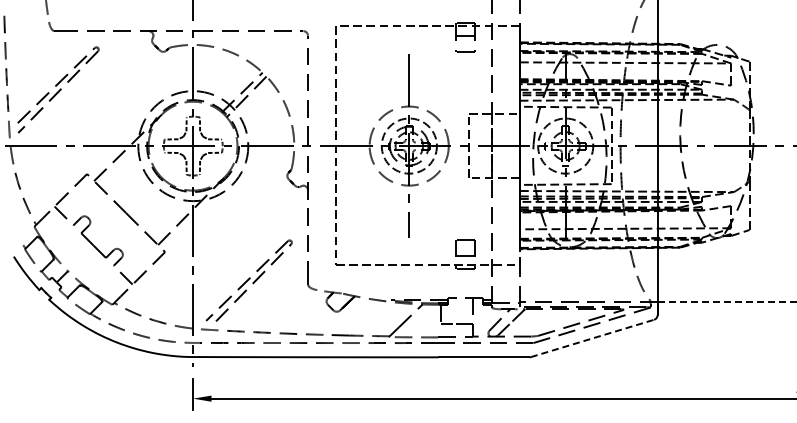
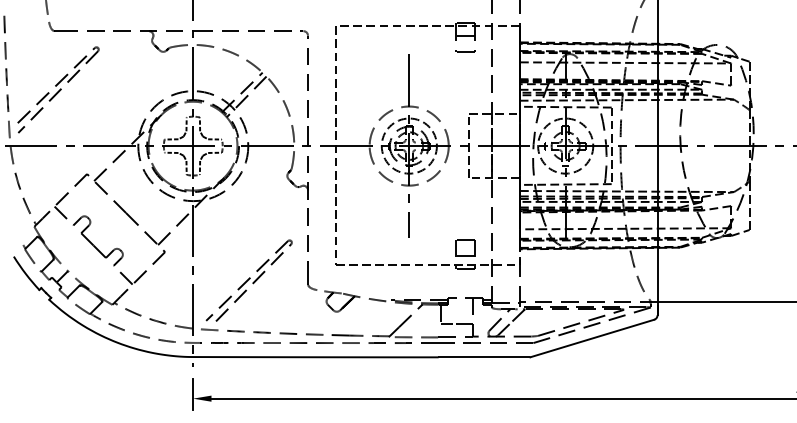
line at (727, 302): dashed -> solid
line at (592, 338): dashed -> solid
